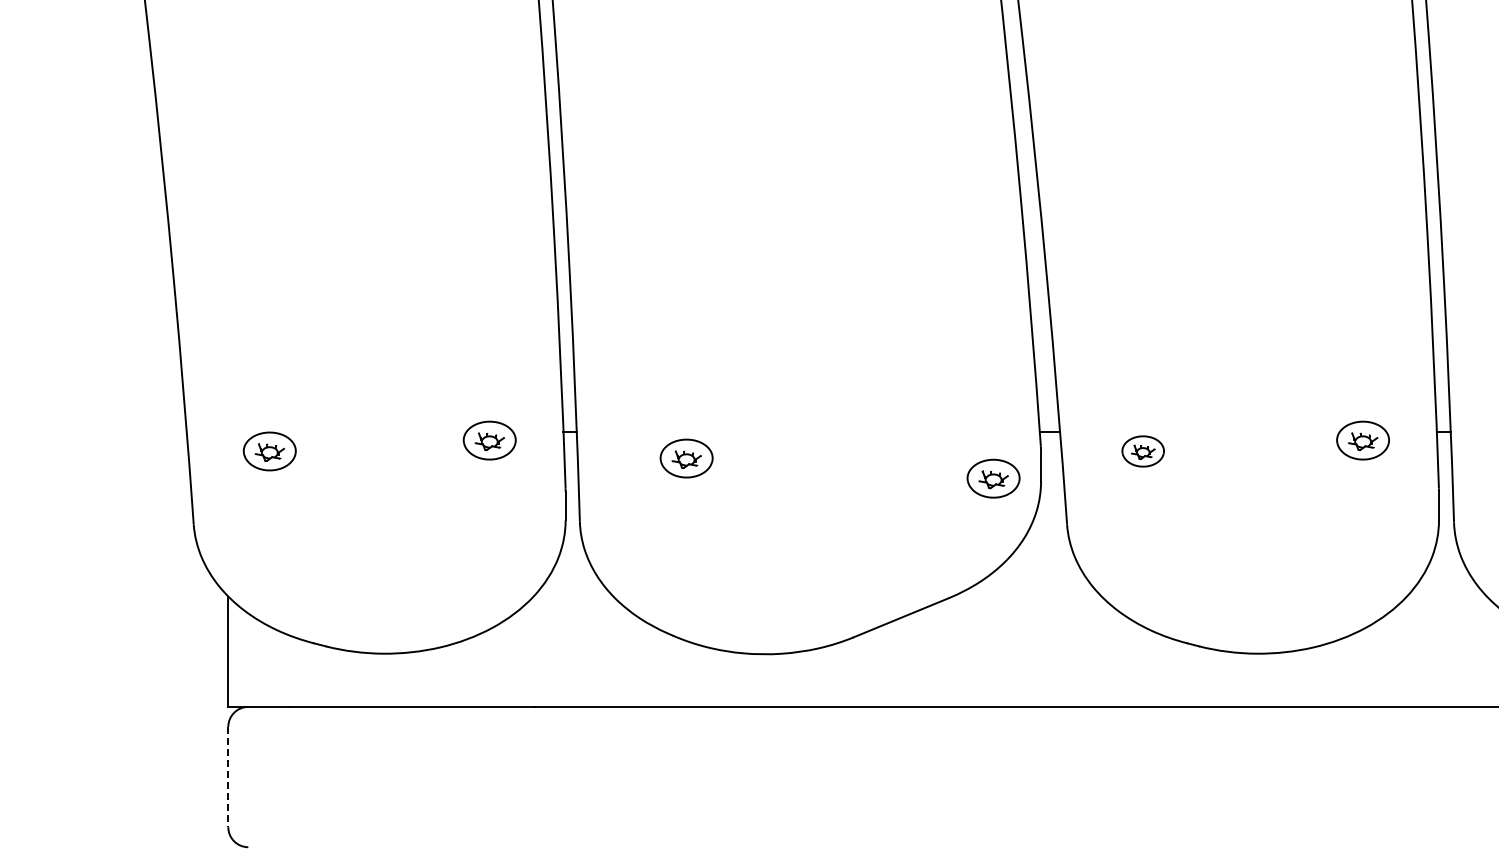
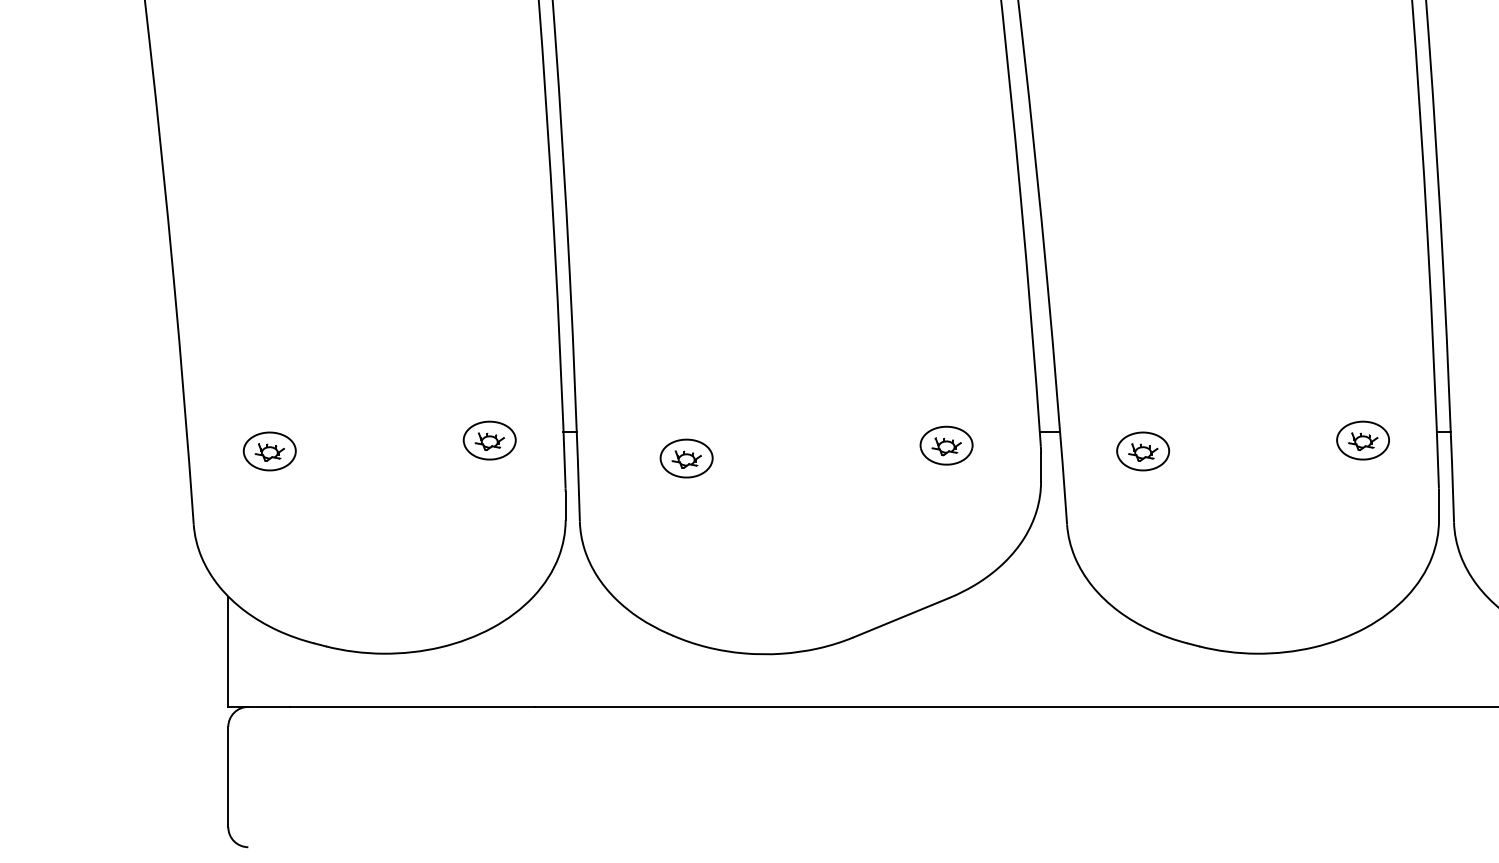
part at (1142, 451) size: 44x33 px -> 55x41 px
part at (993, 478) position: (993, 478) -> (946, 445)
line at (228, 777): dashed -> solid
